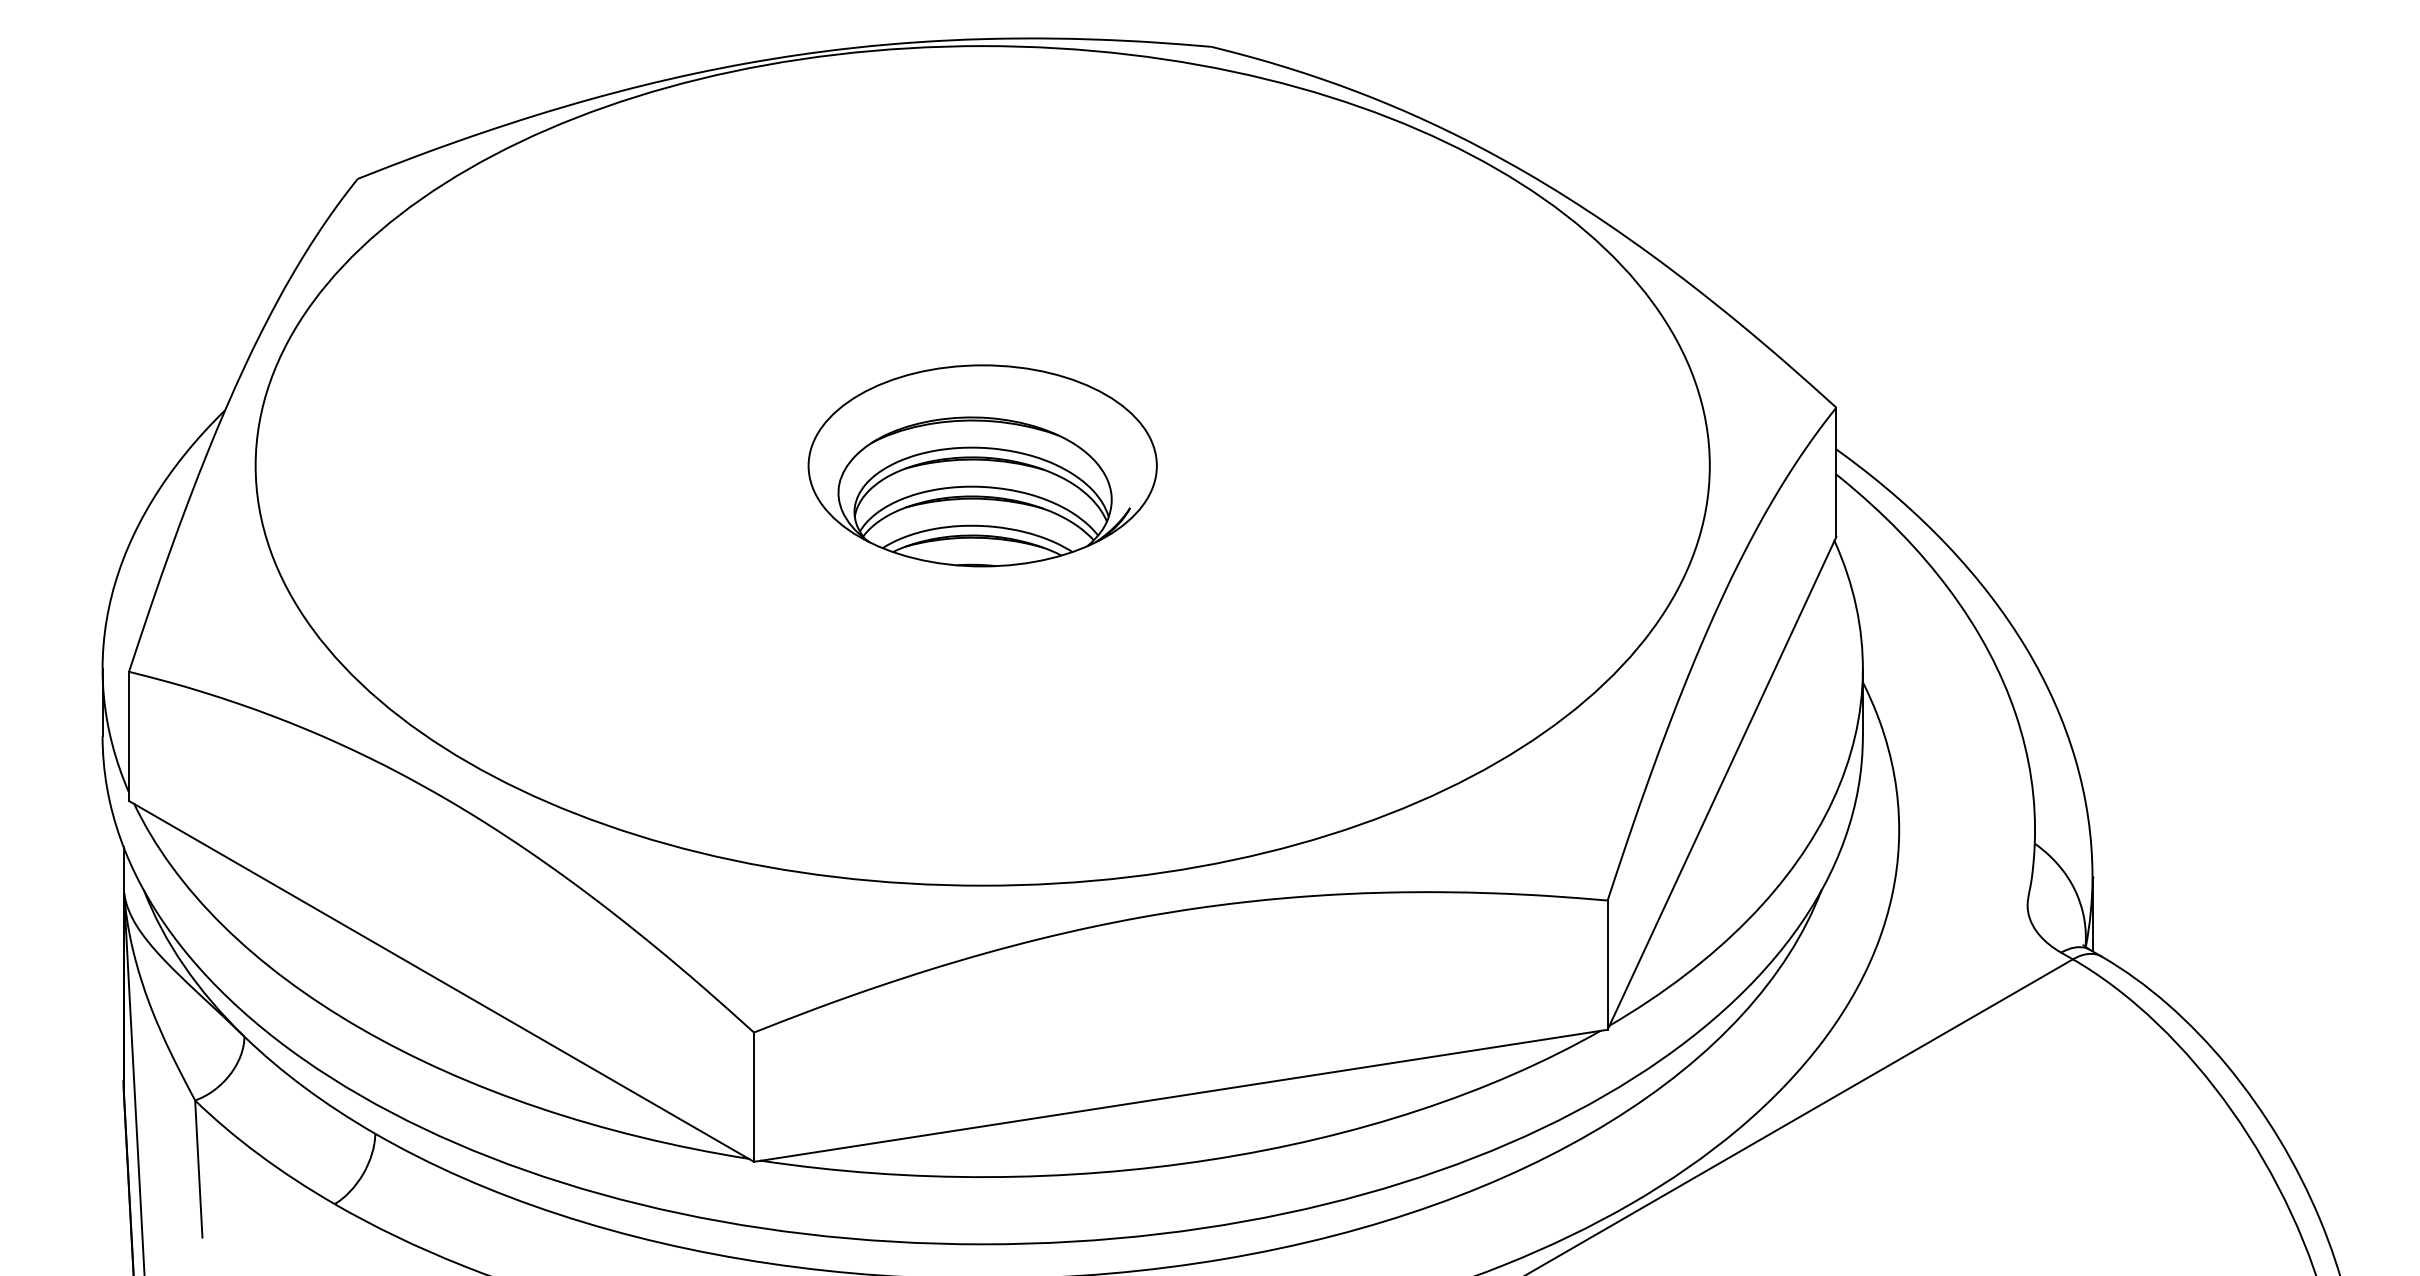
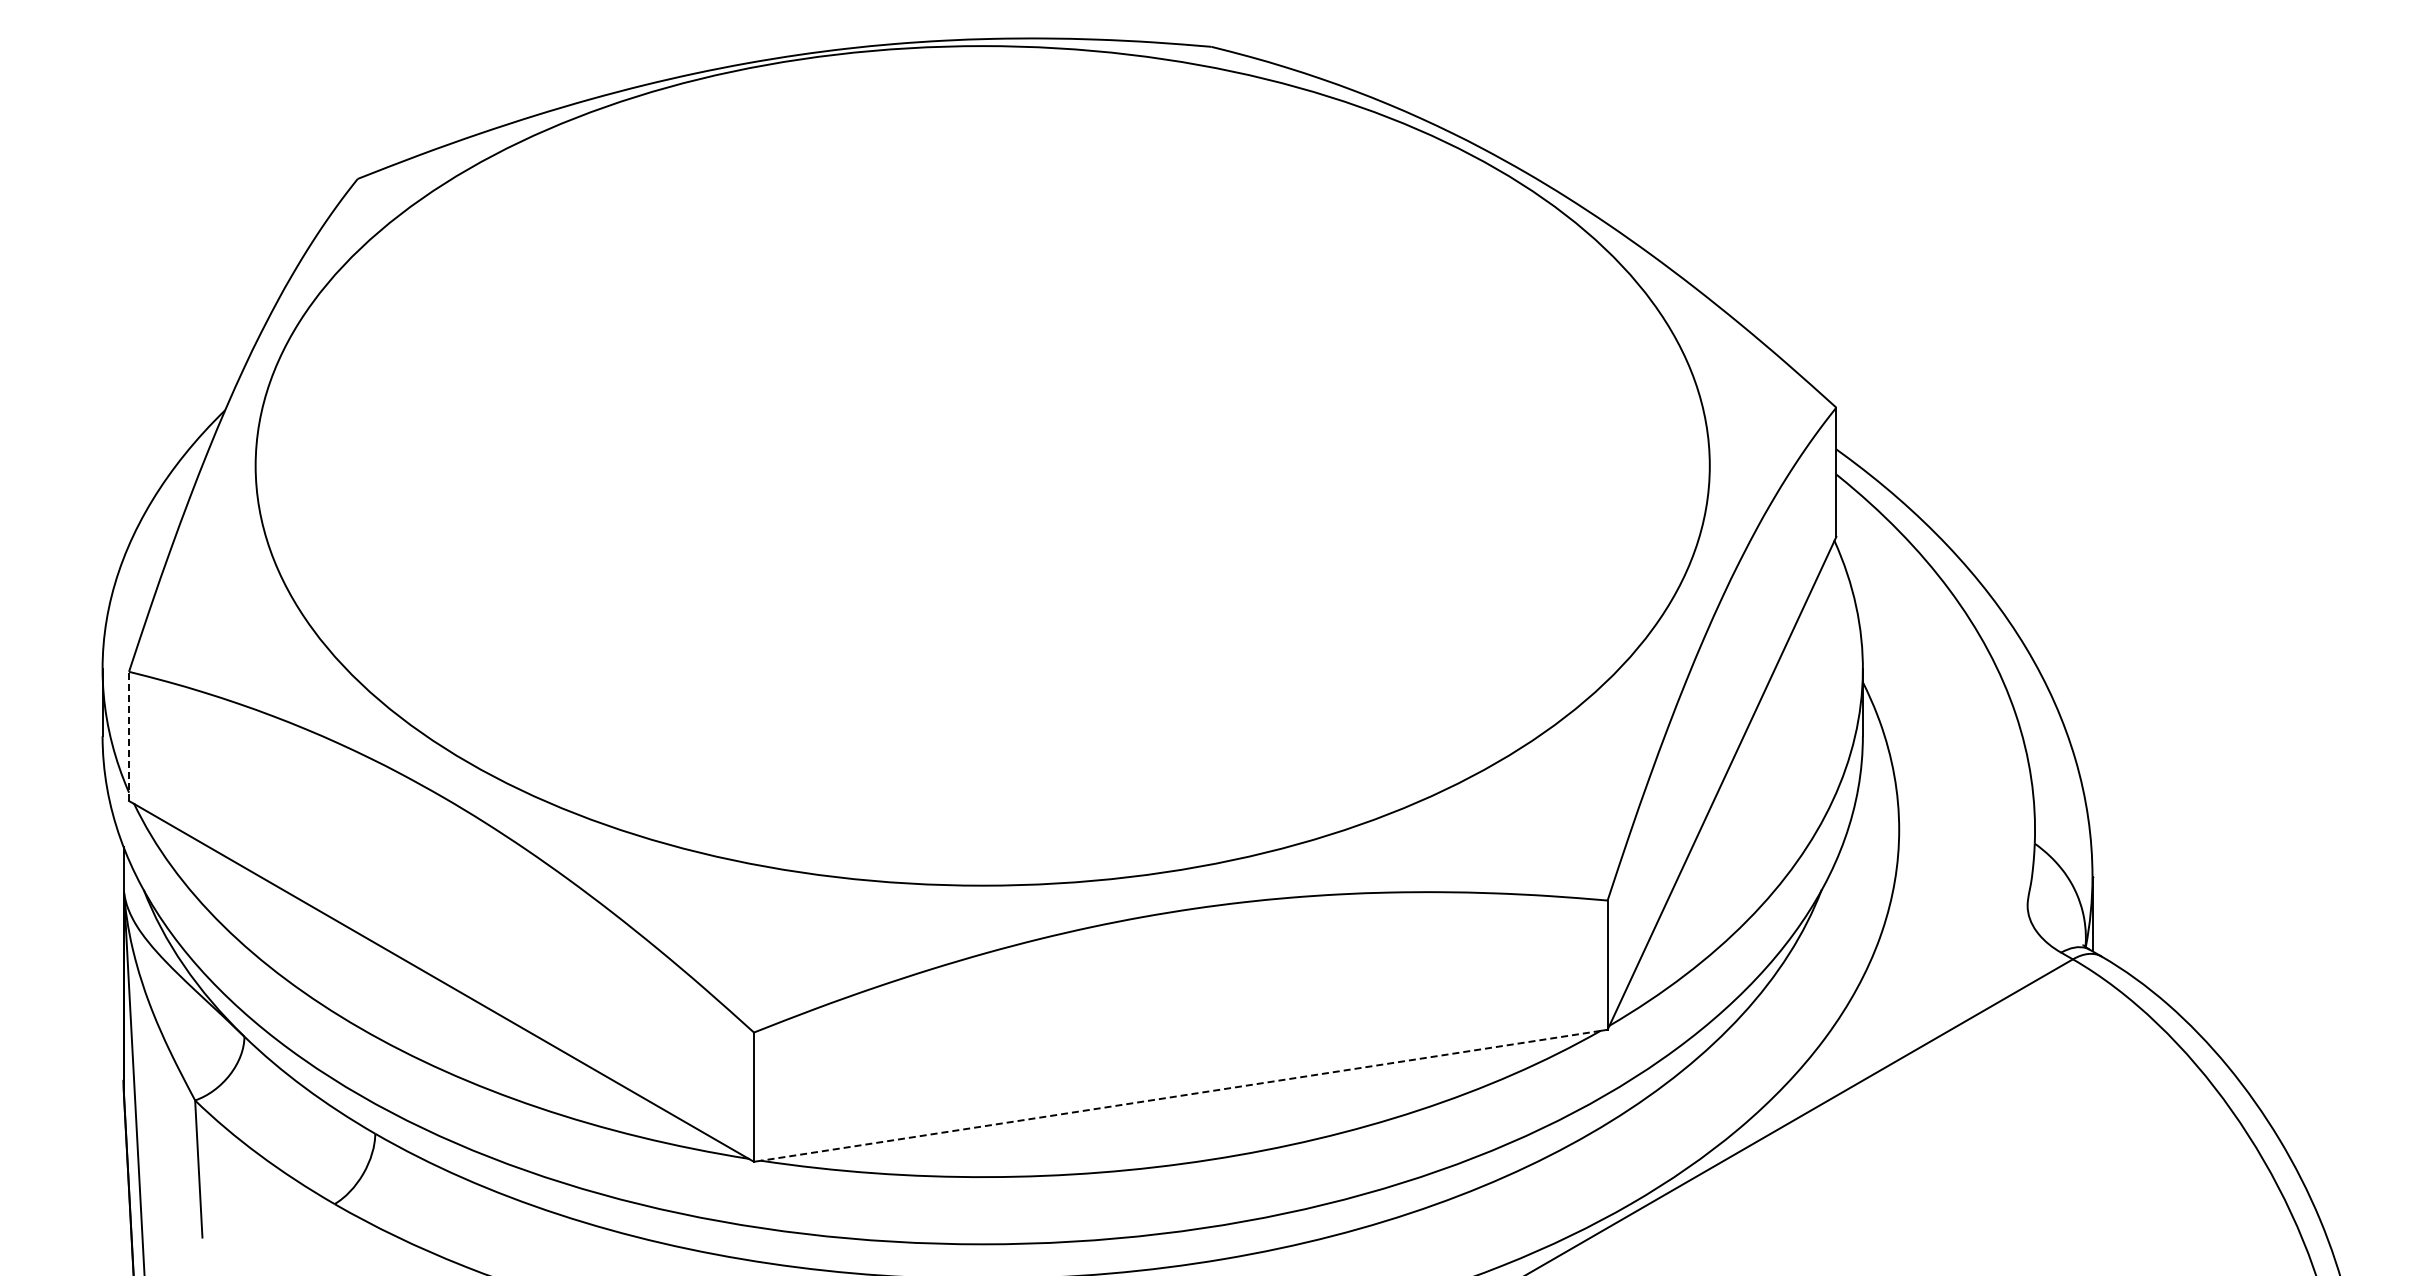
part at (982, 465): present -> none
line at (129, 736): solid -> dashed
line at (1180, 1095): solid -> dashed
